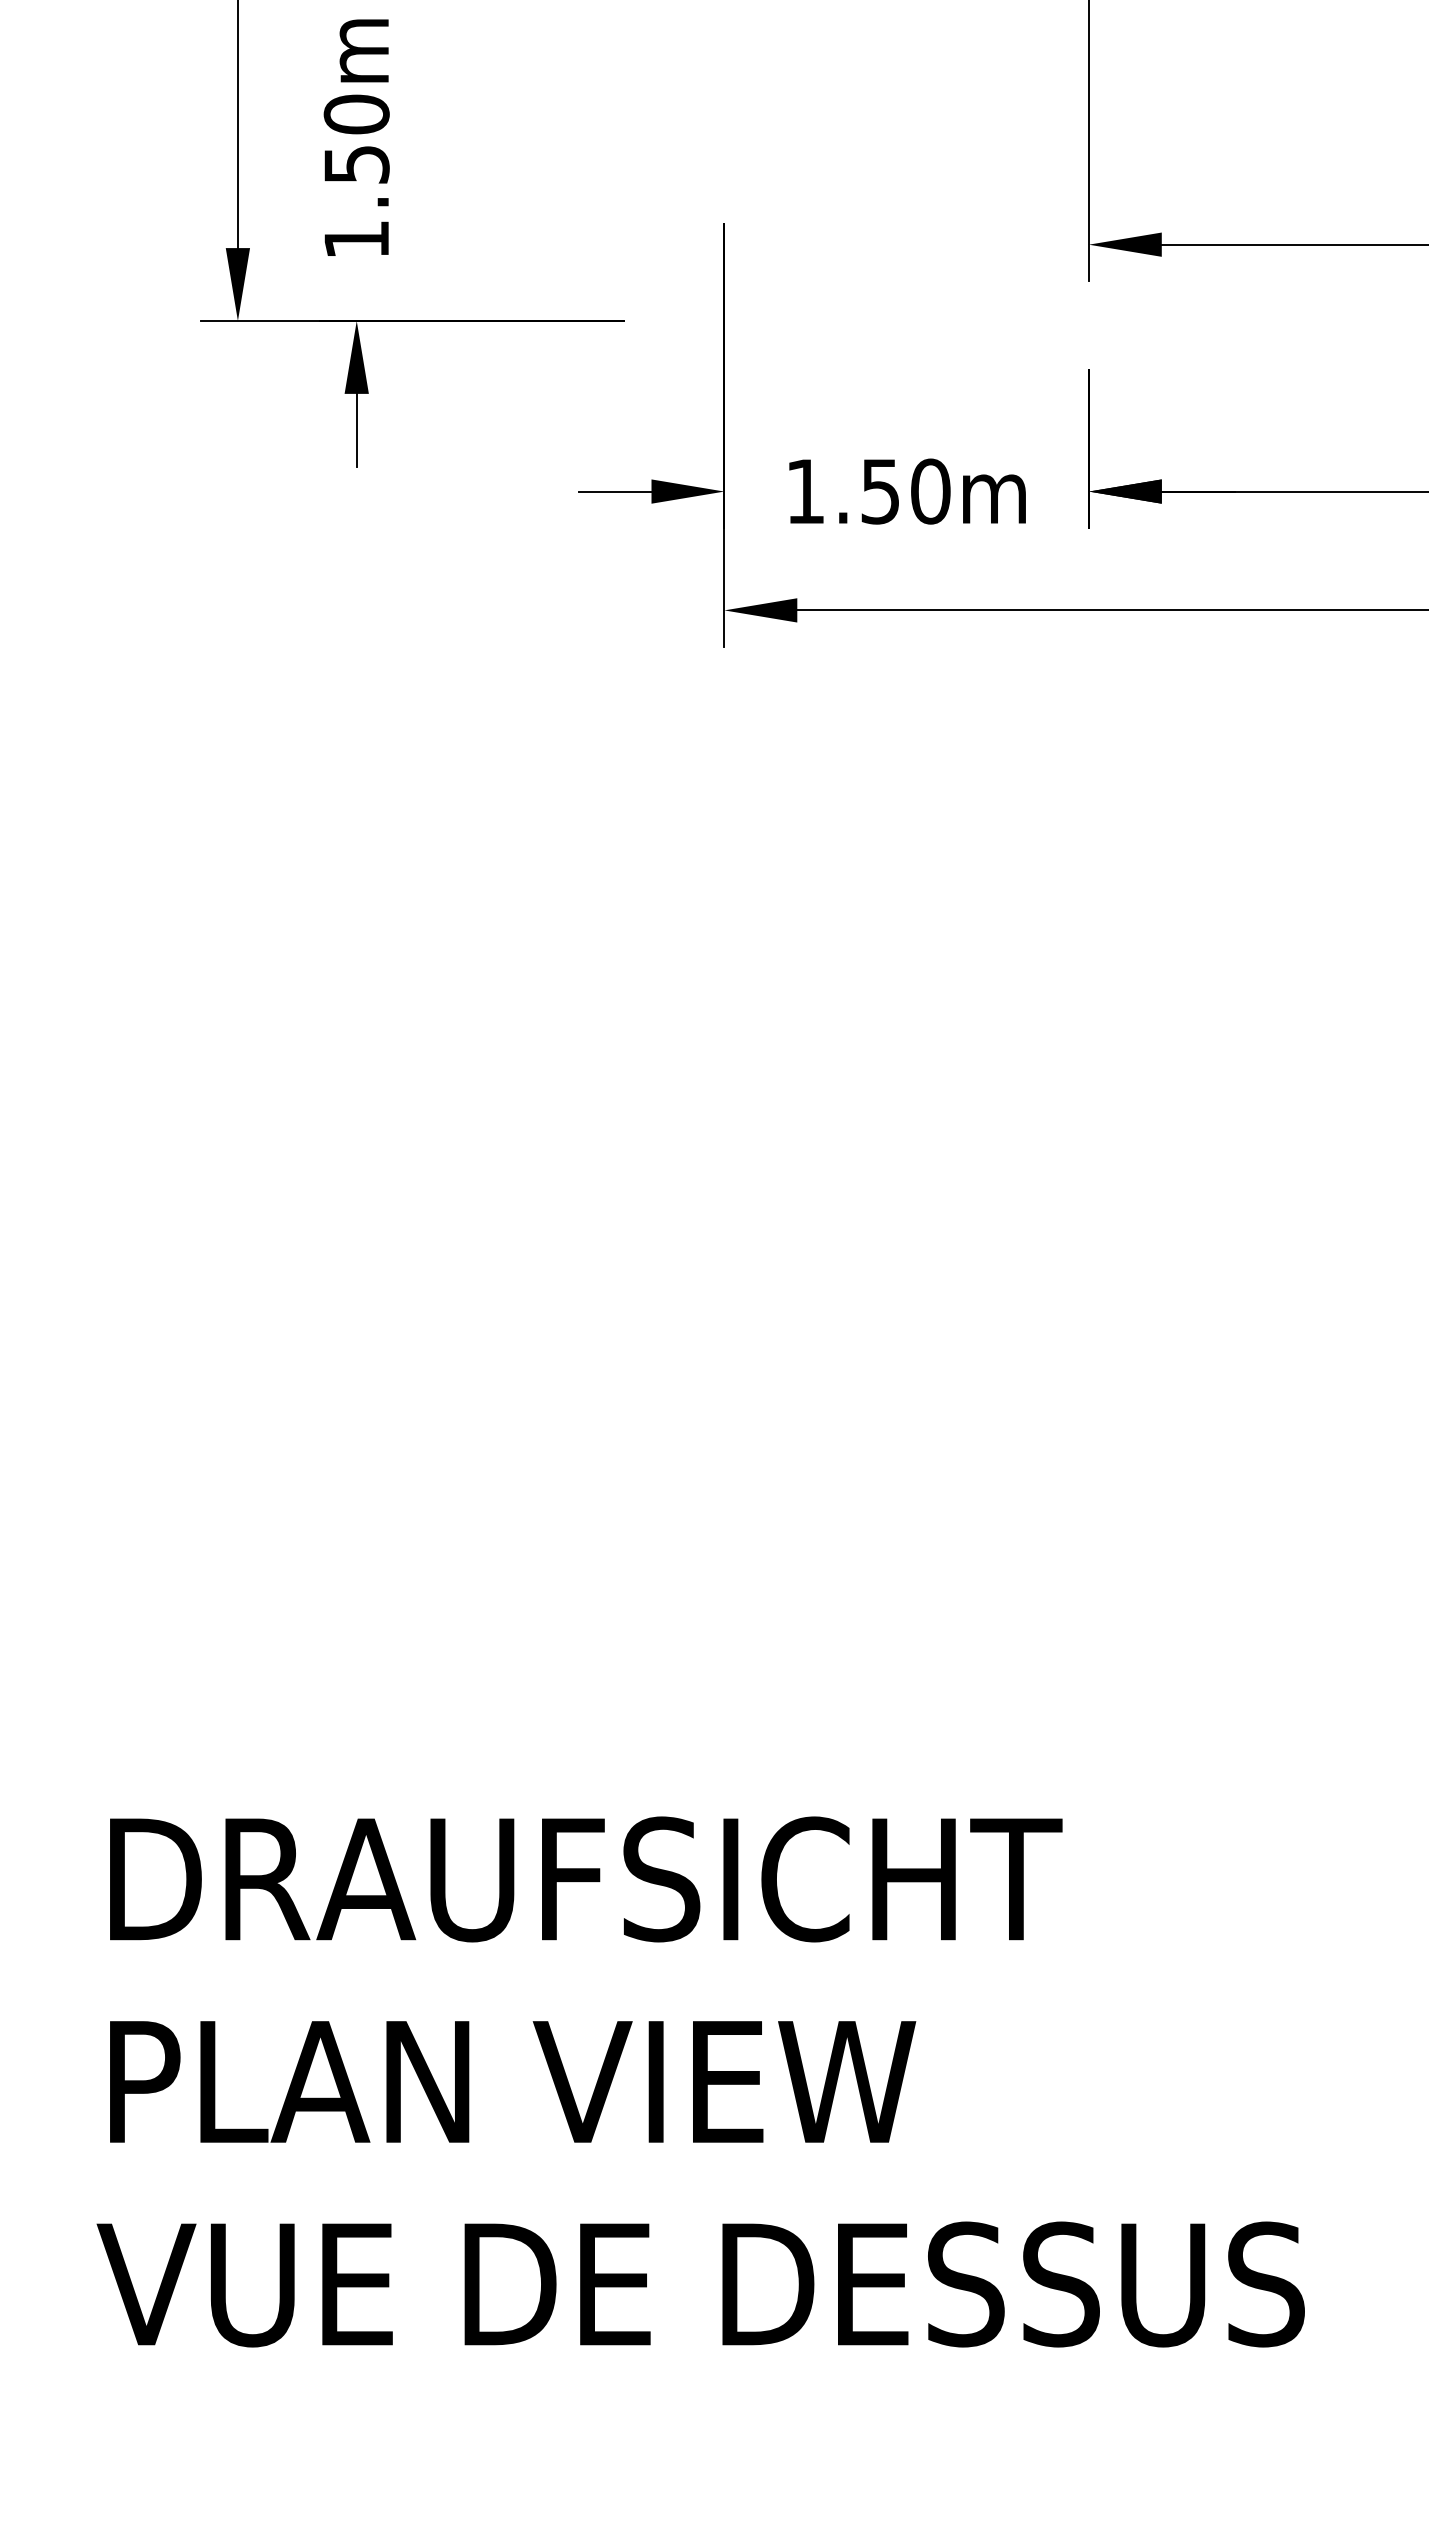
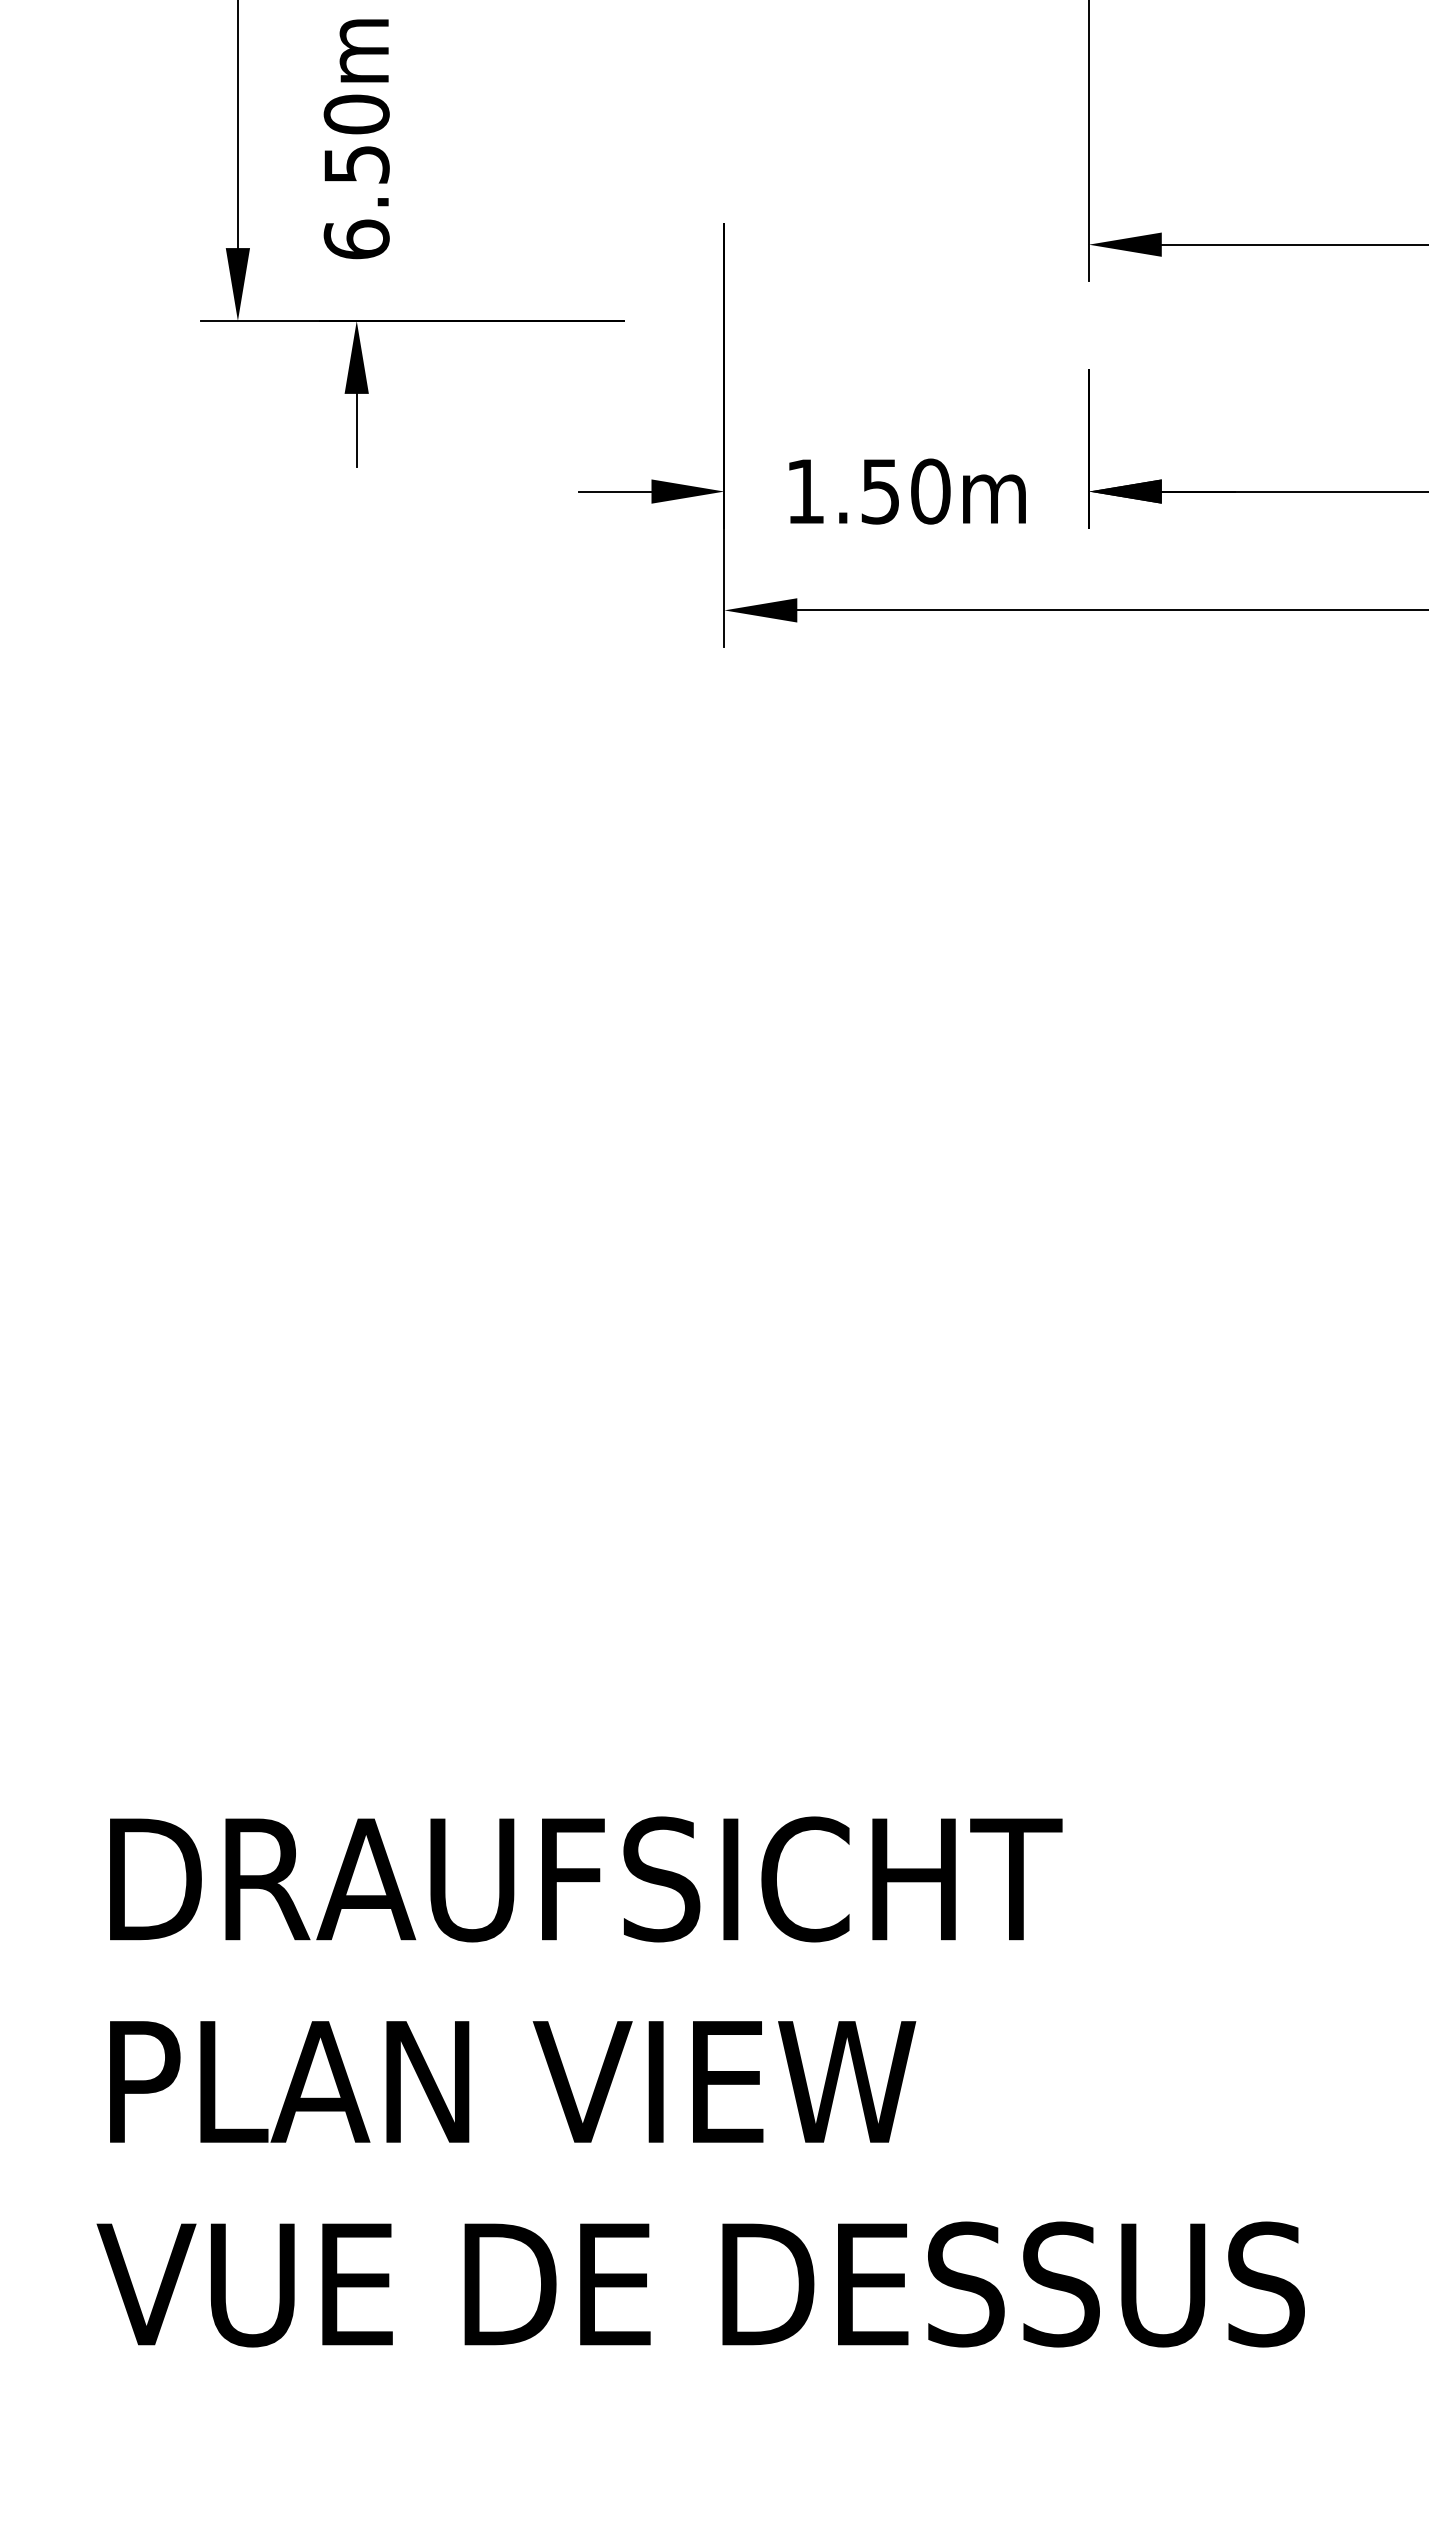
text at (356, 239): 1.50m -> 6.50m
